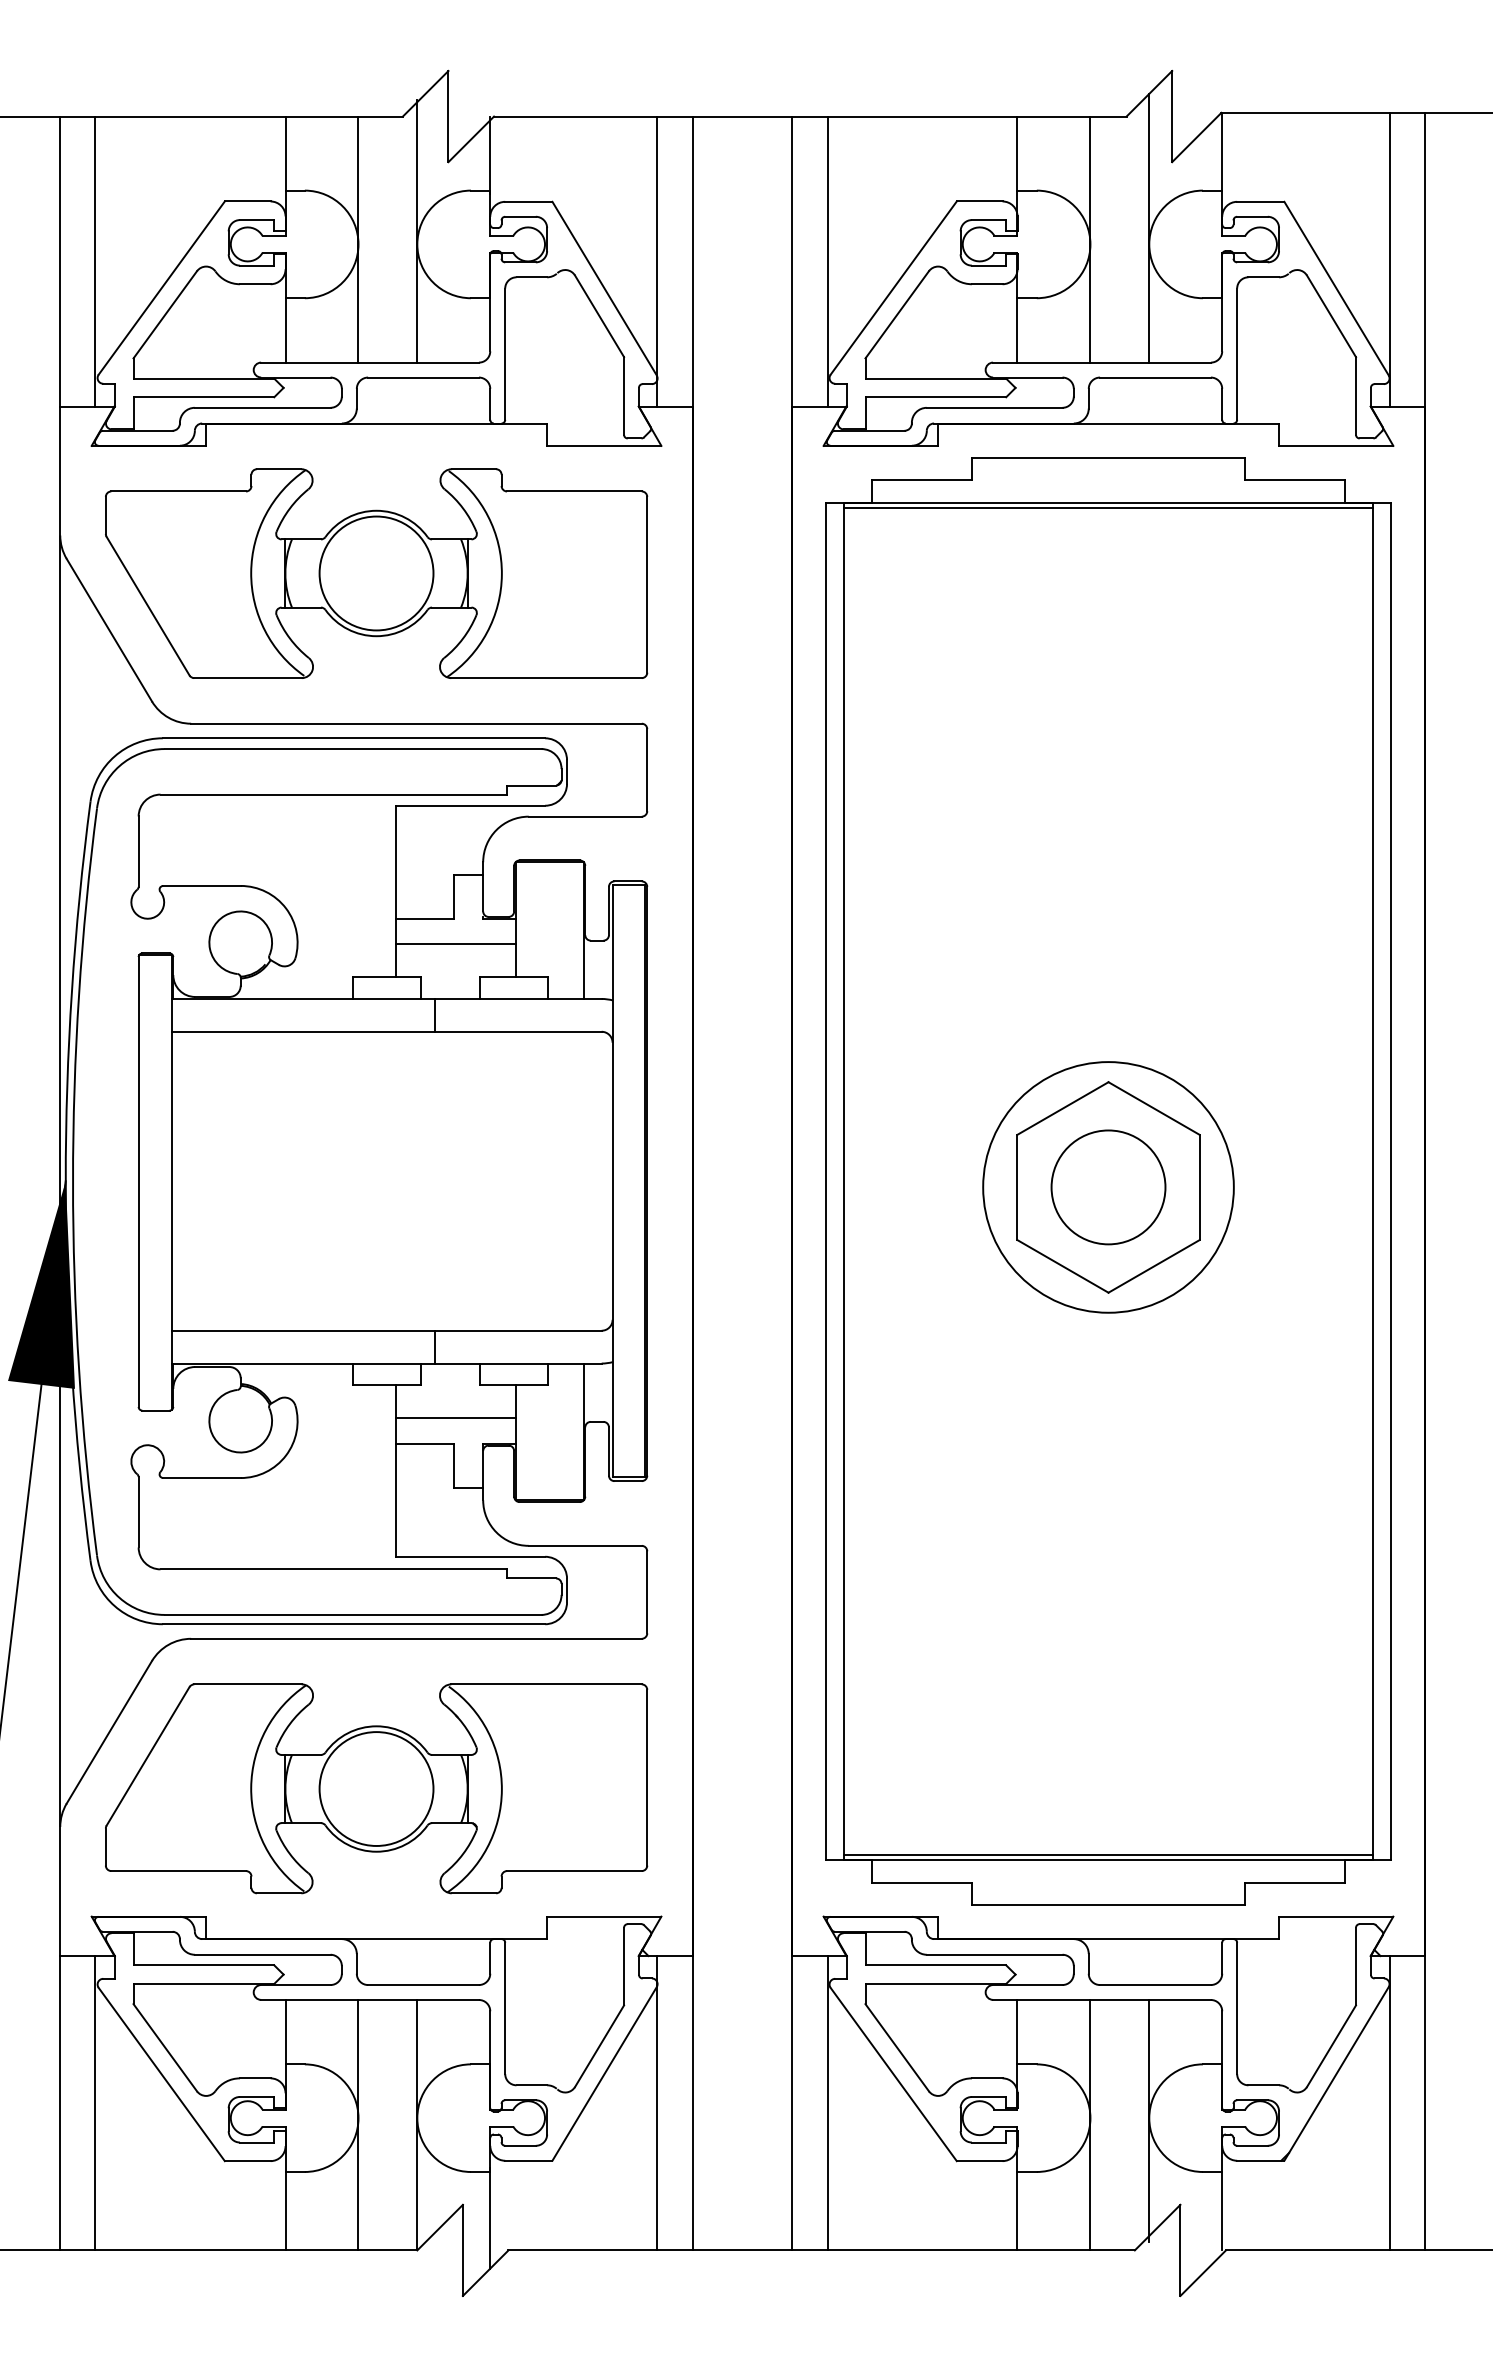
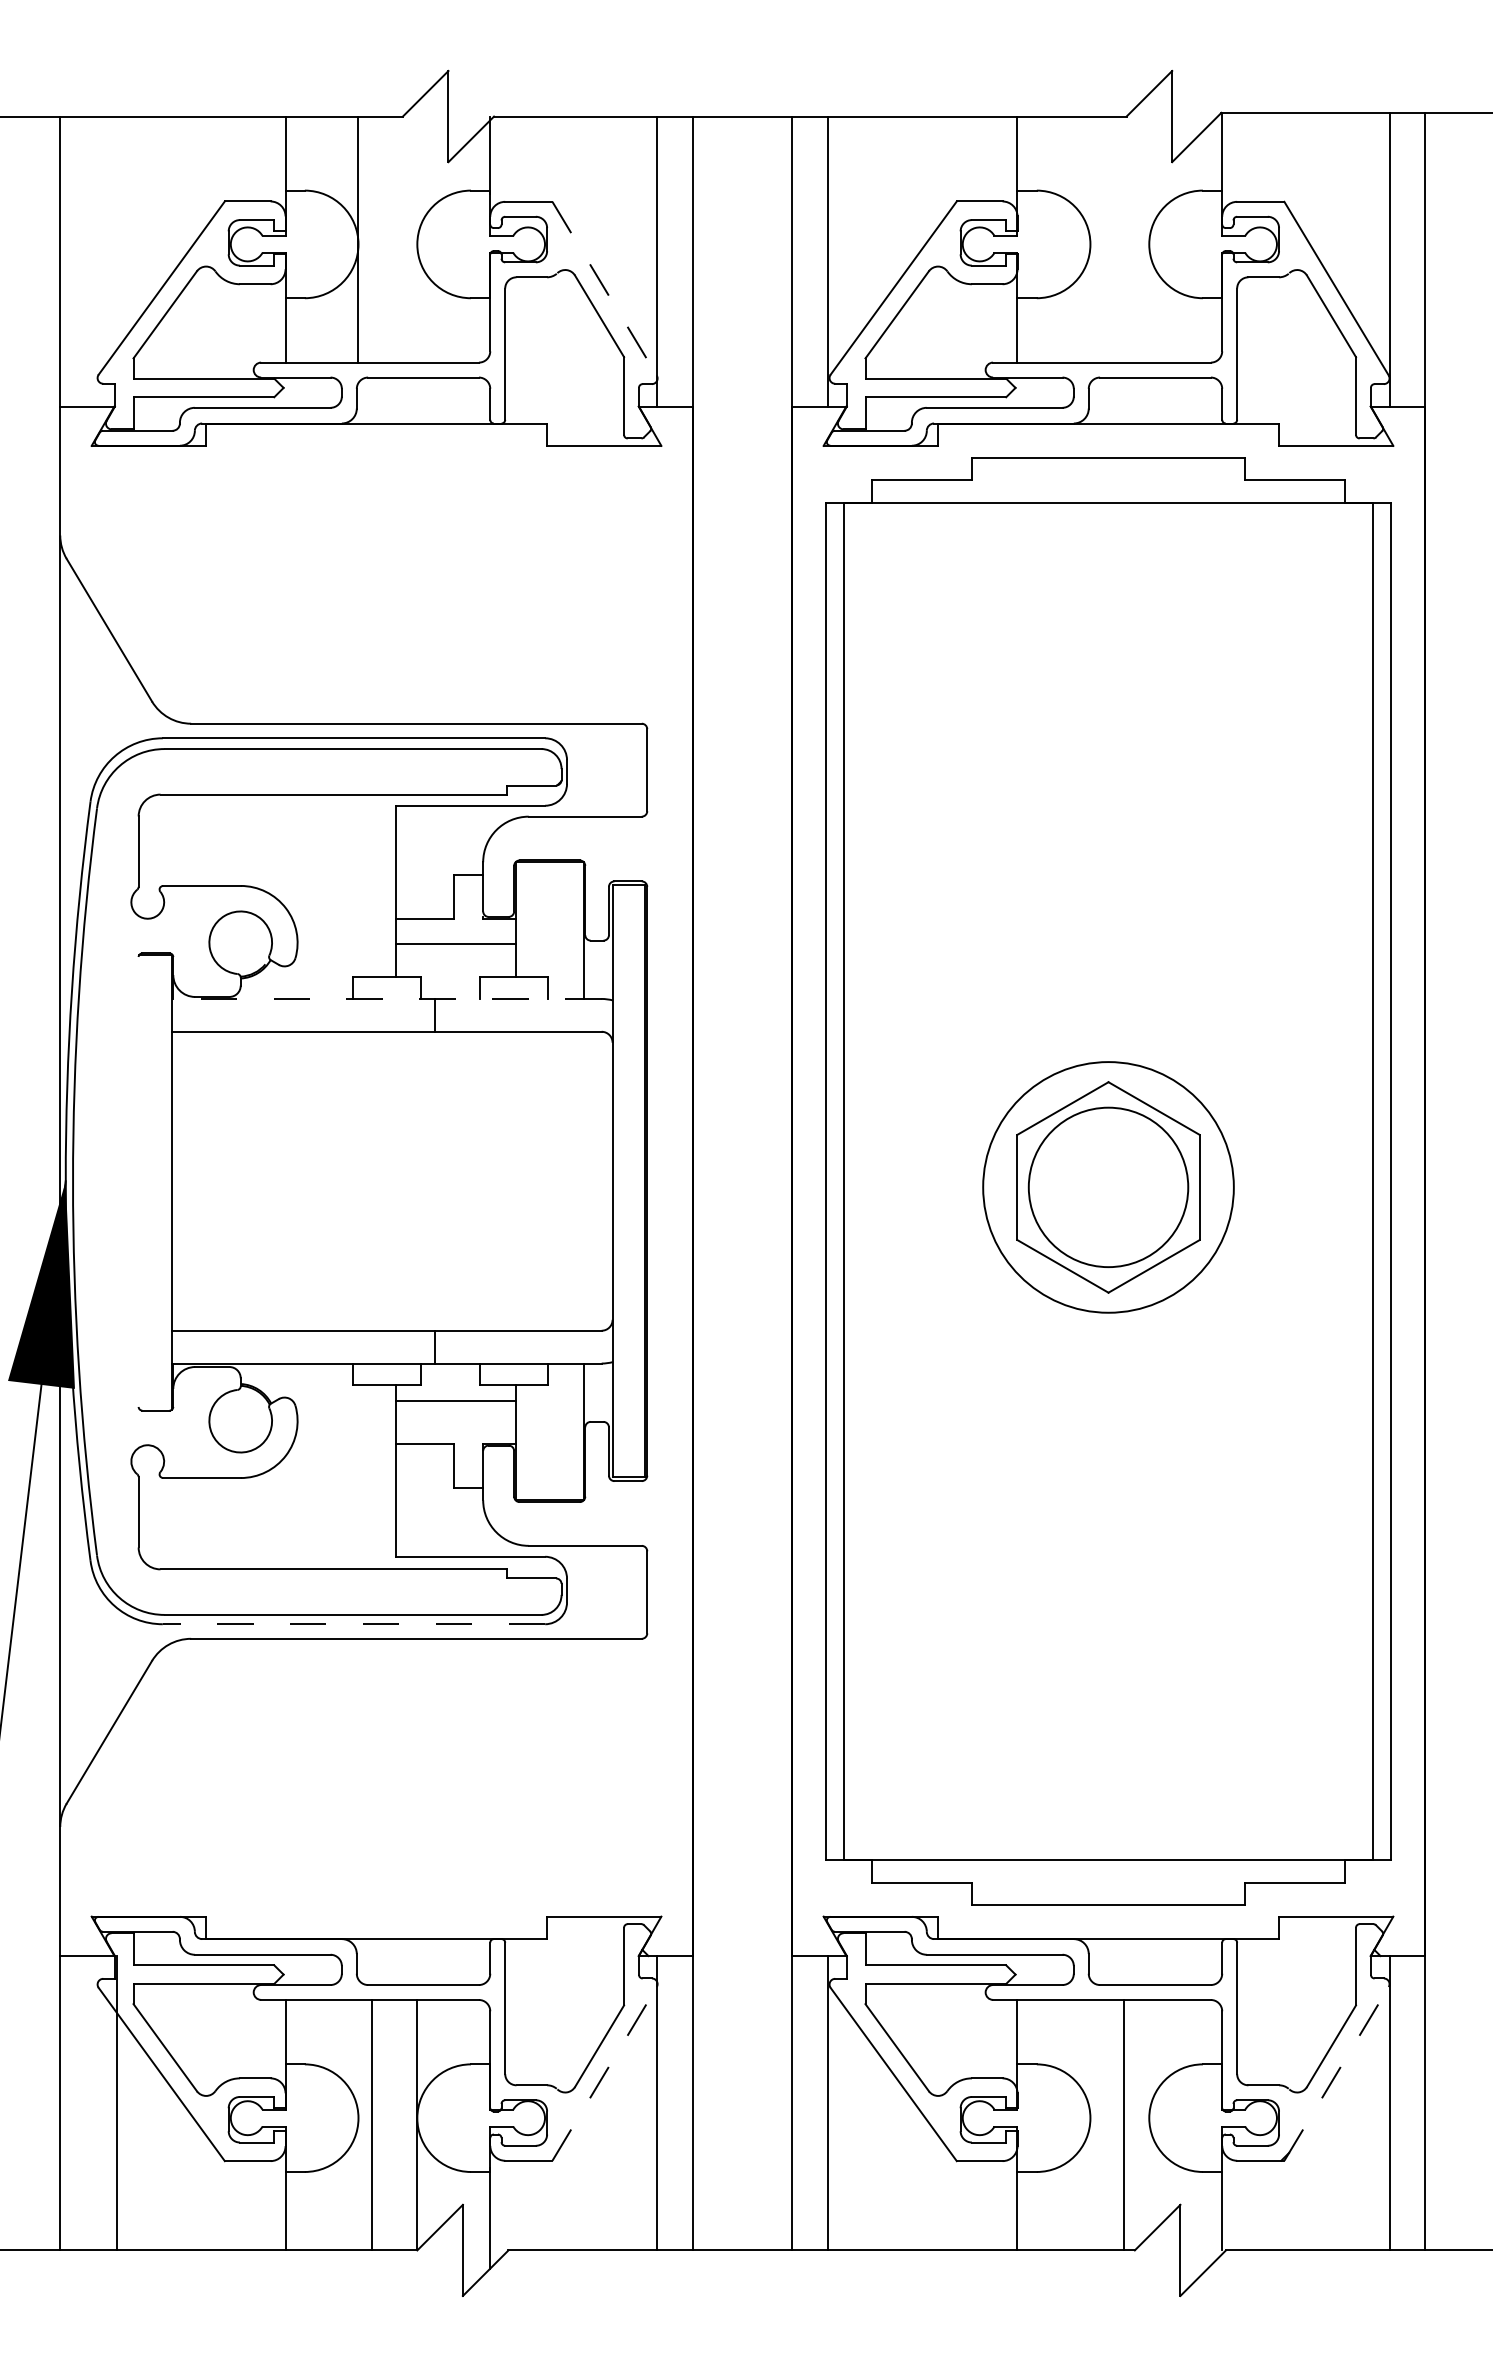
line at (1149, 227): present -> none
line at (417, 231): present -> none
line at (1090, 239): present -> none
line at (95, 261): present -> none
line at (604, 289): solid -> dashed
line at (1108, 507): present -> none
part at (376, 573): present -> none
line at (386, 998): solid -> dashed
line at (138, 1181): present -> none
circle at (1108, 1187) diameter: 114 px -> 159 px
line at (455, 1418) position: (455, 1418) -> (455, 1401)
line at (353, 1624): solid -> dashed
part at (376, 1788): present -> none
line at (1108, 1854): present -> none
line at (604, 2073): solid -> dashed
line at (1336, 2073): solid -> dashed
line at (95, 2103) position: (95, 2103) -> (117, 2103)
line at (1149, 2120): present -> none
line at (358, 2124) position: (358, 2124) -> (372, 2124)
line at (1090, 2124) position: (1090, 2124) -> (1124, 2124)
